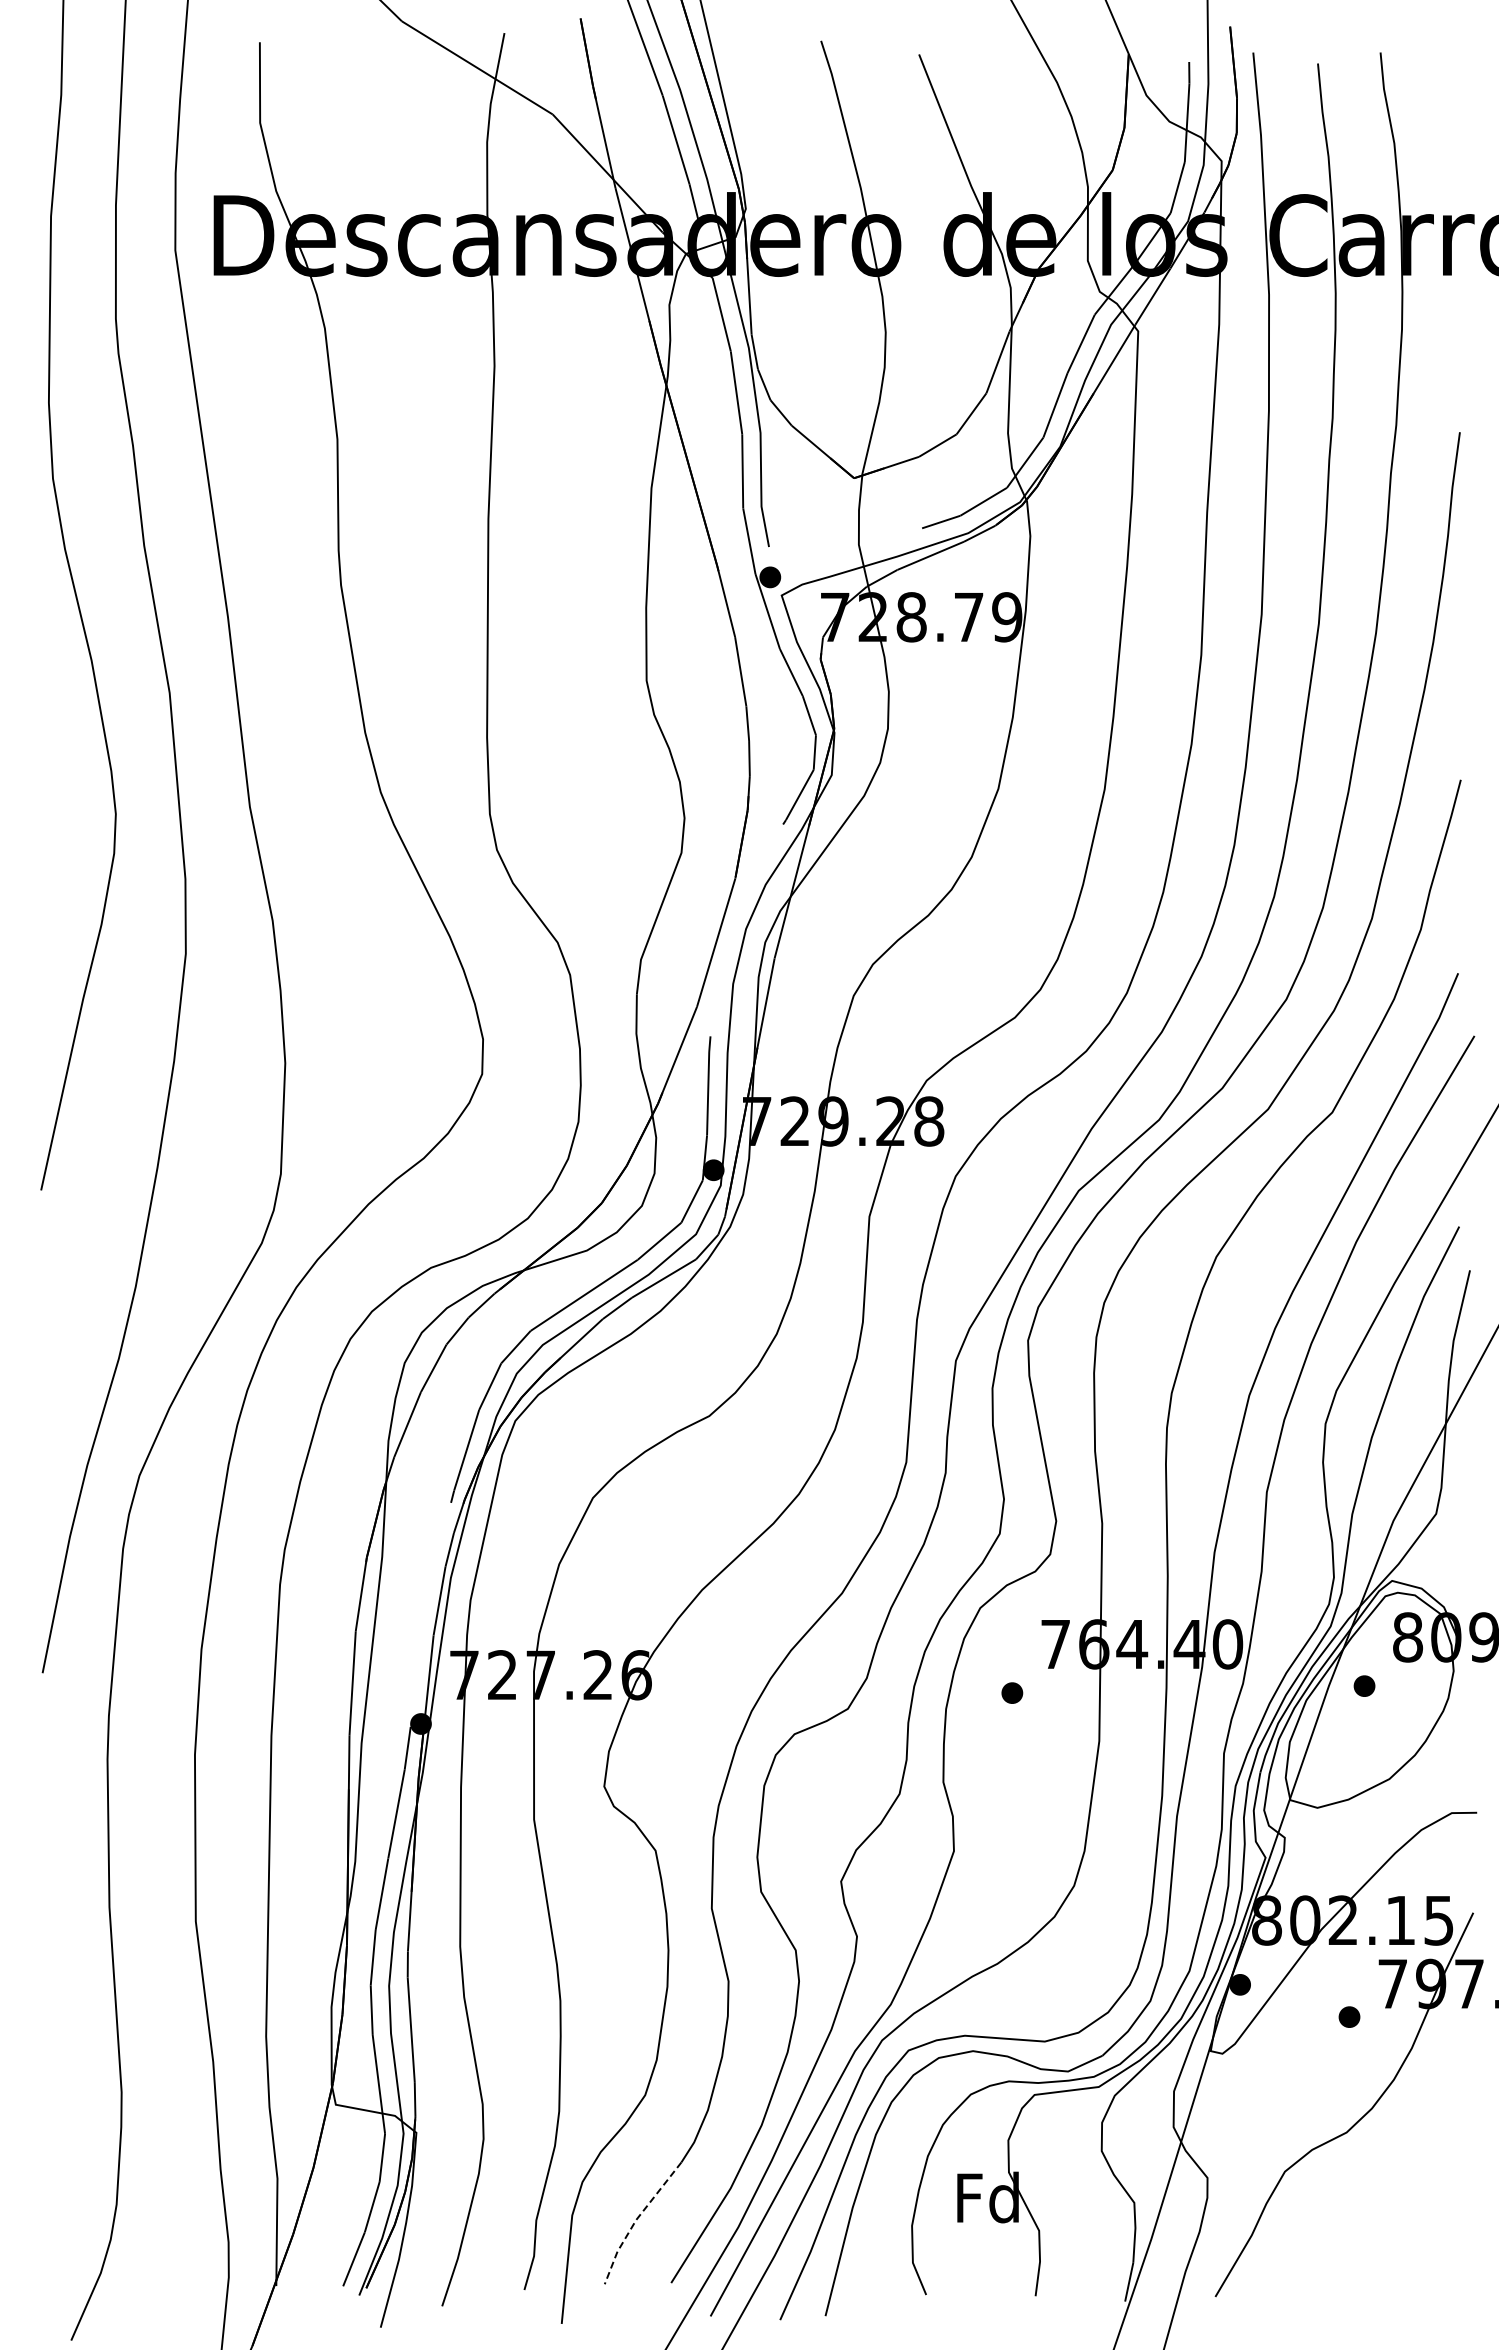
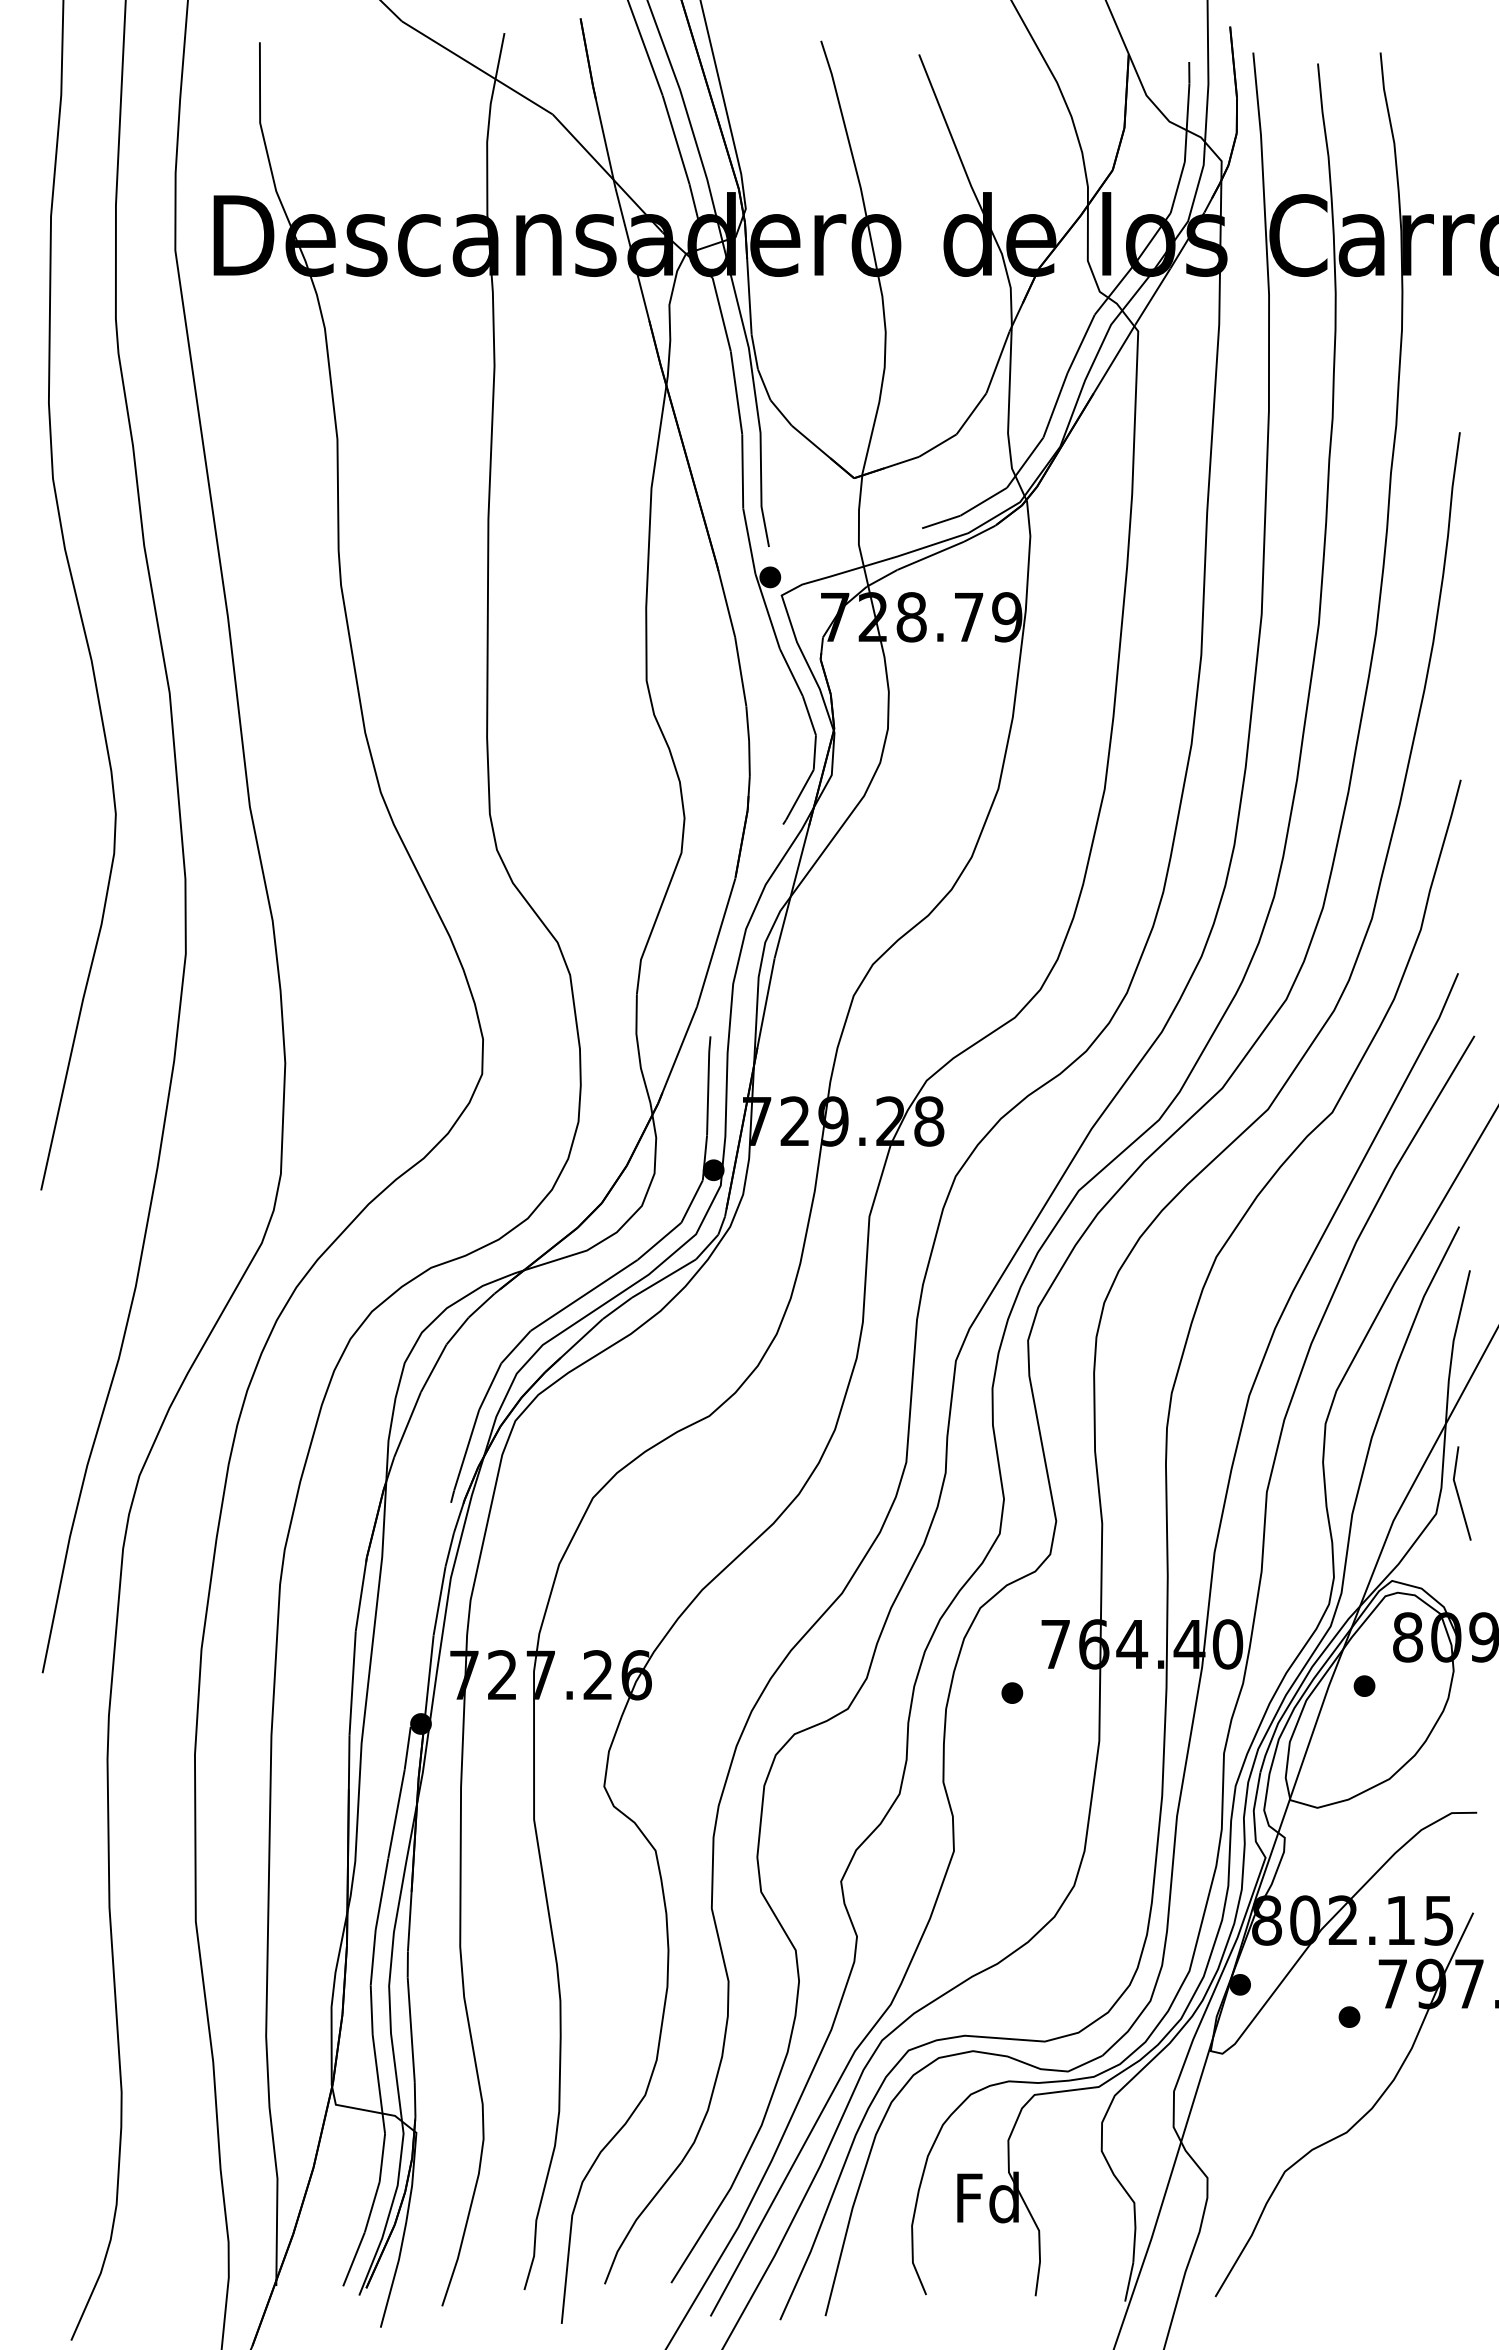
line at (1459, 1495): none -> present
line at (636, 2219): dashed -> solid
